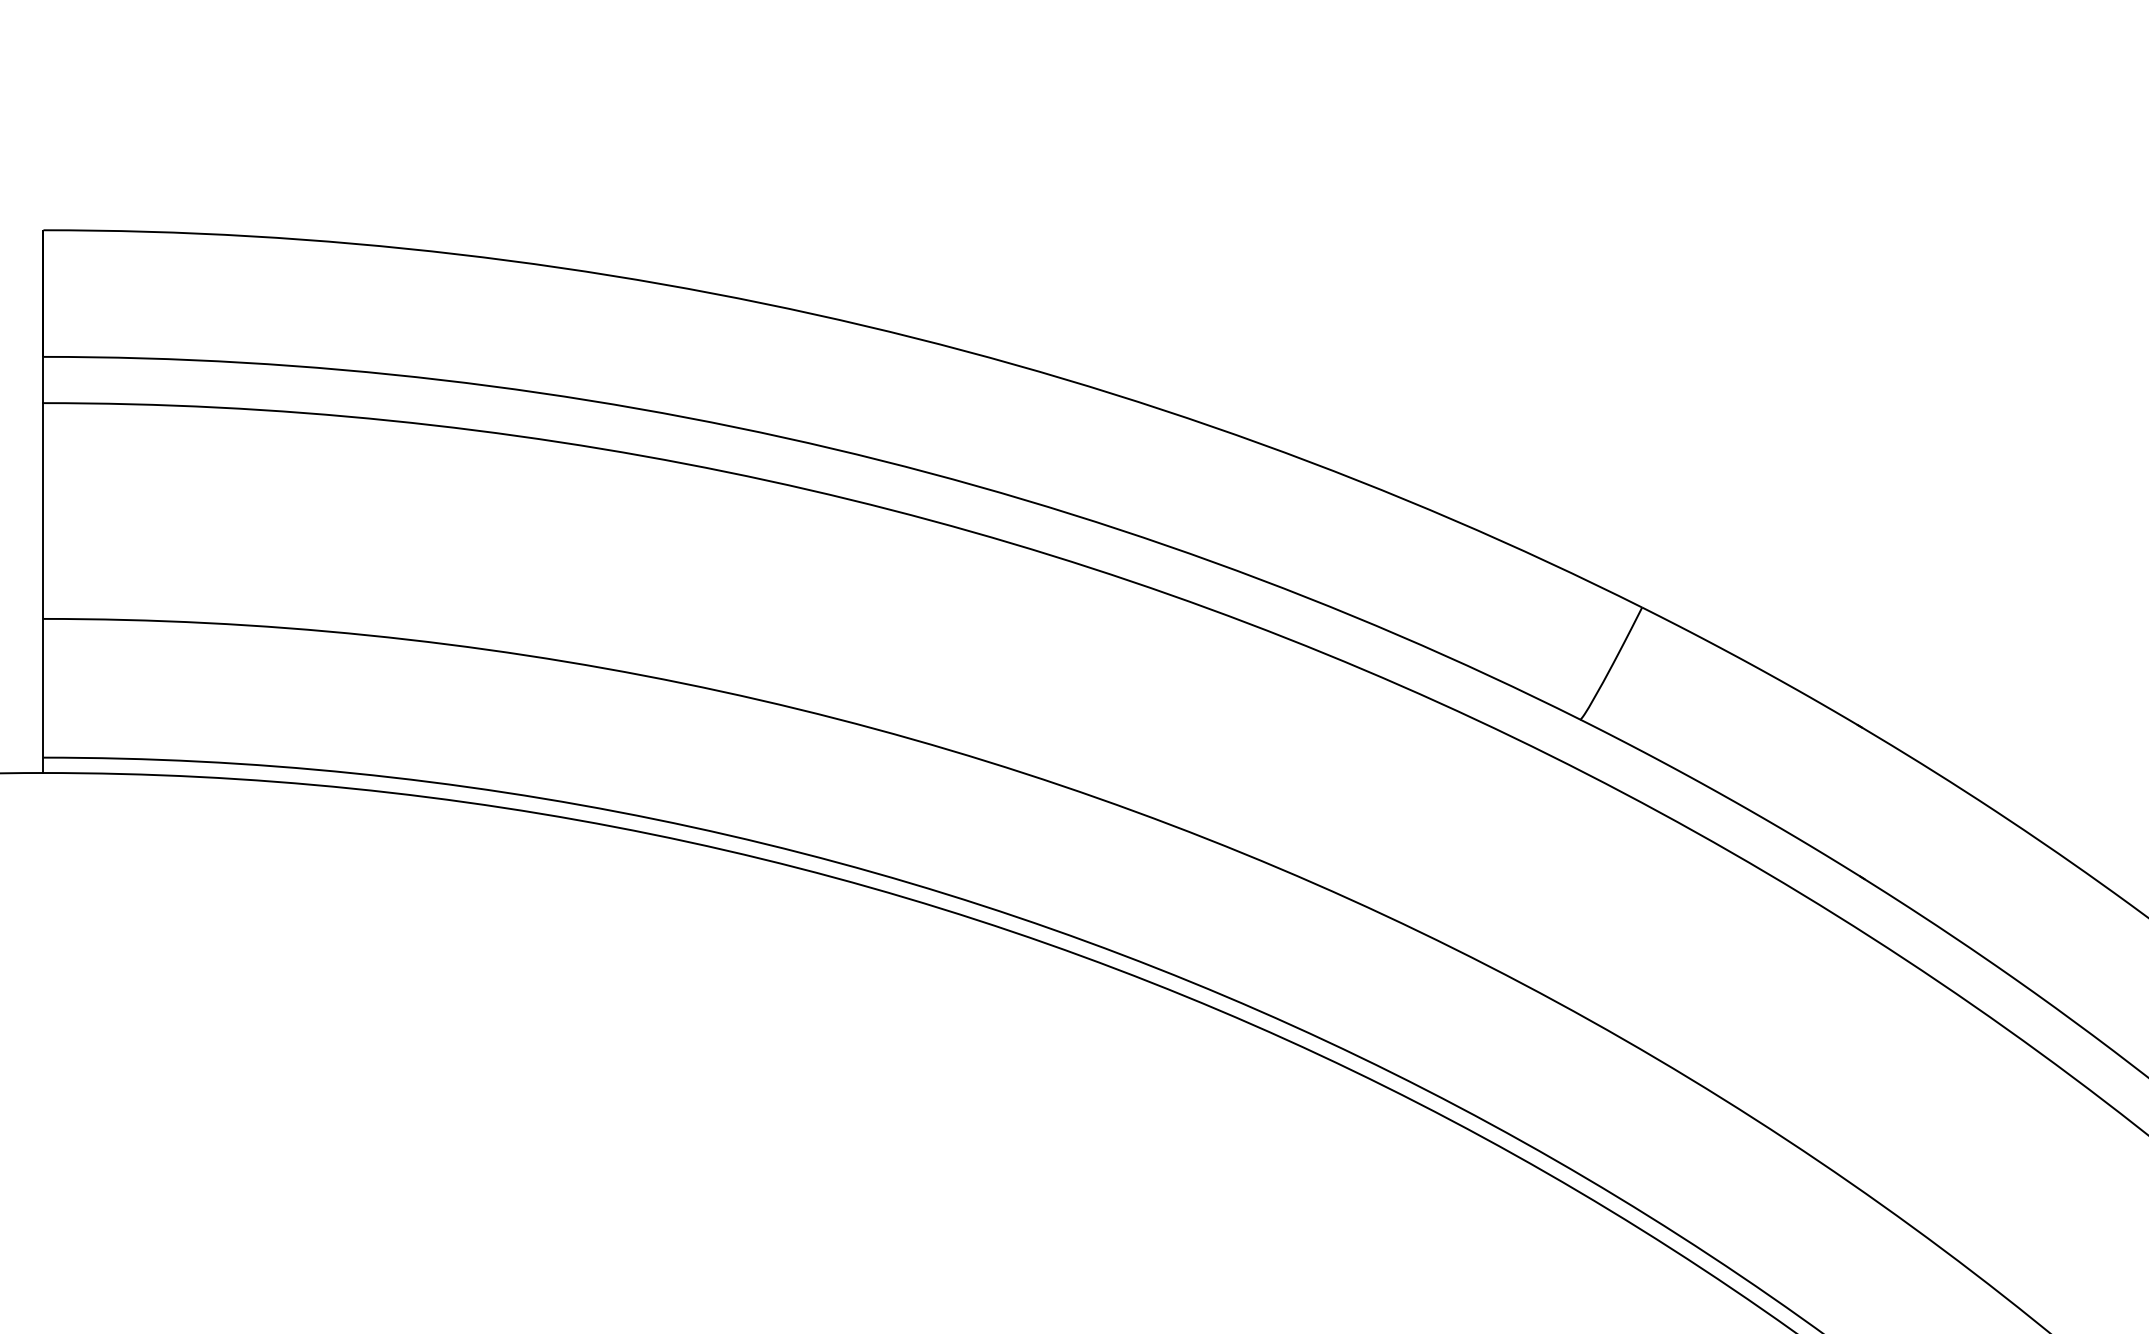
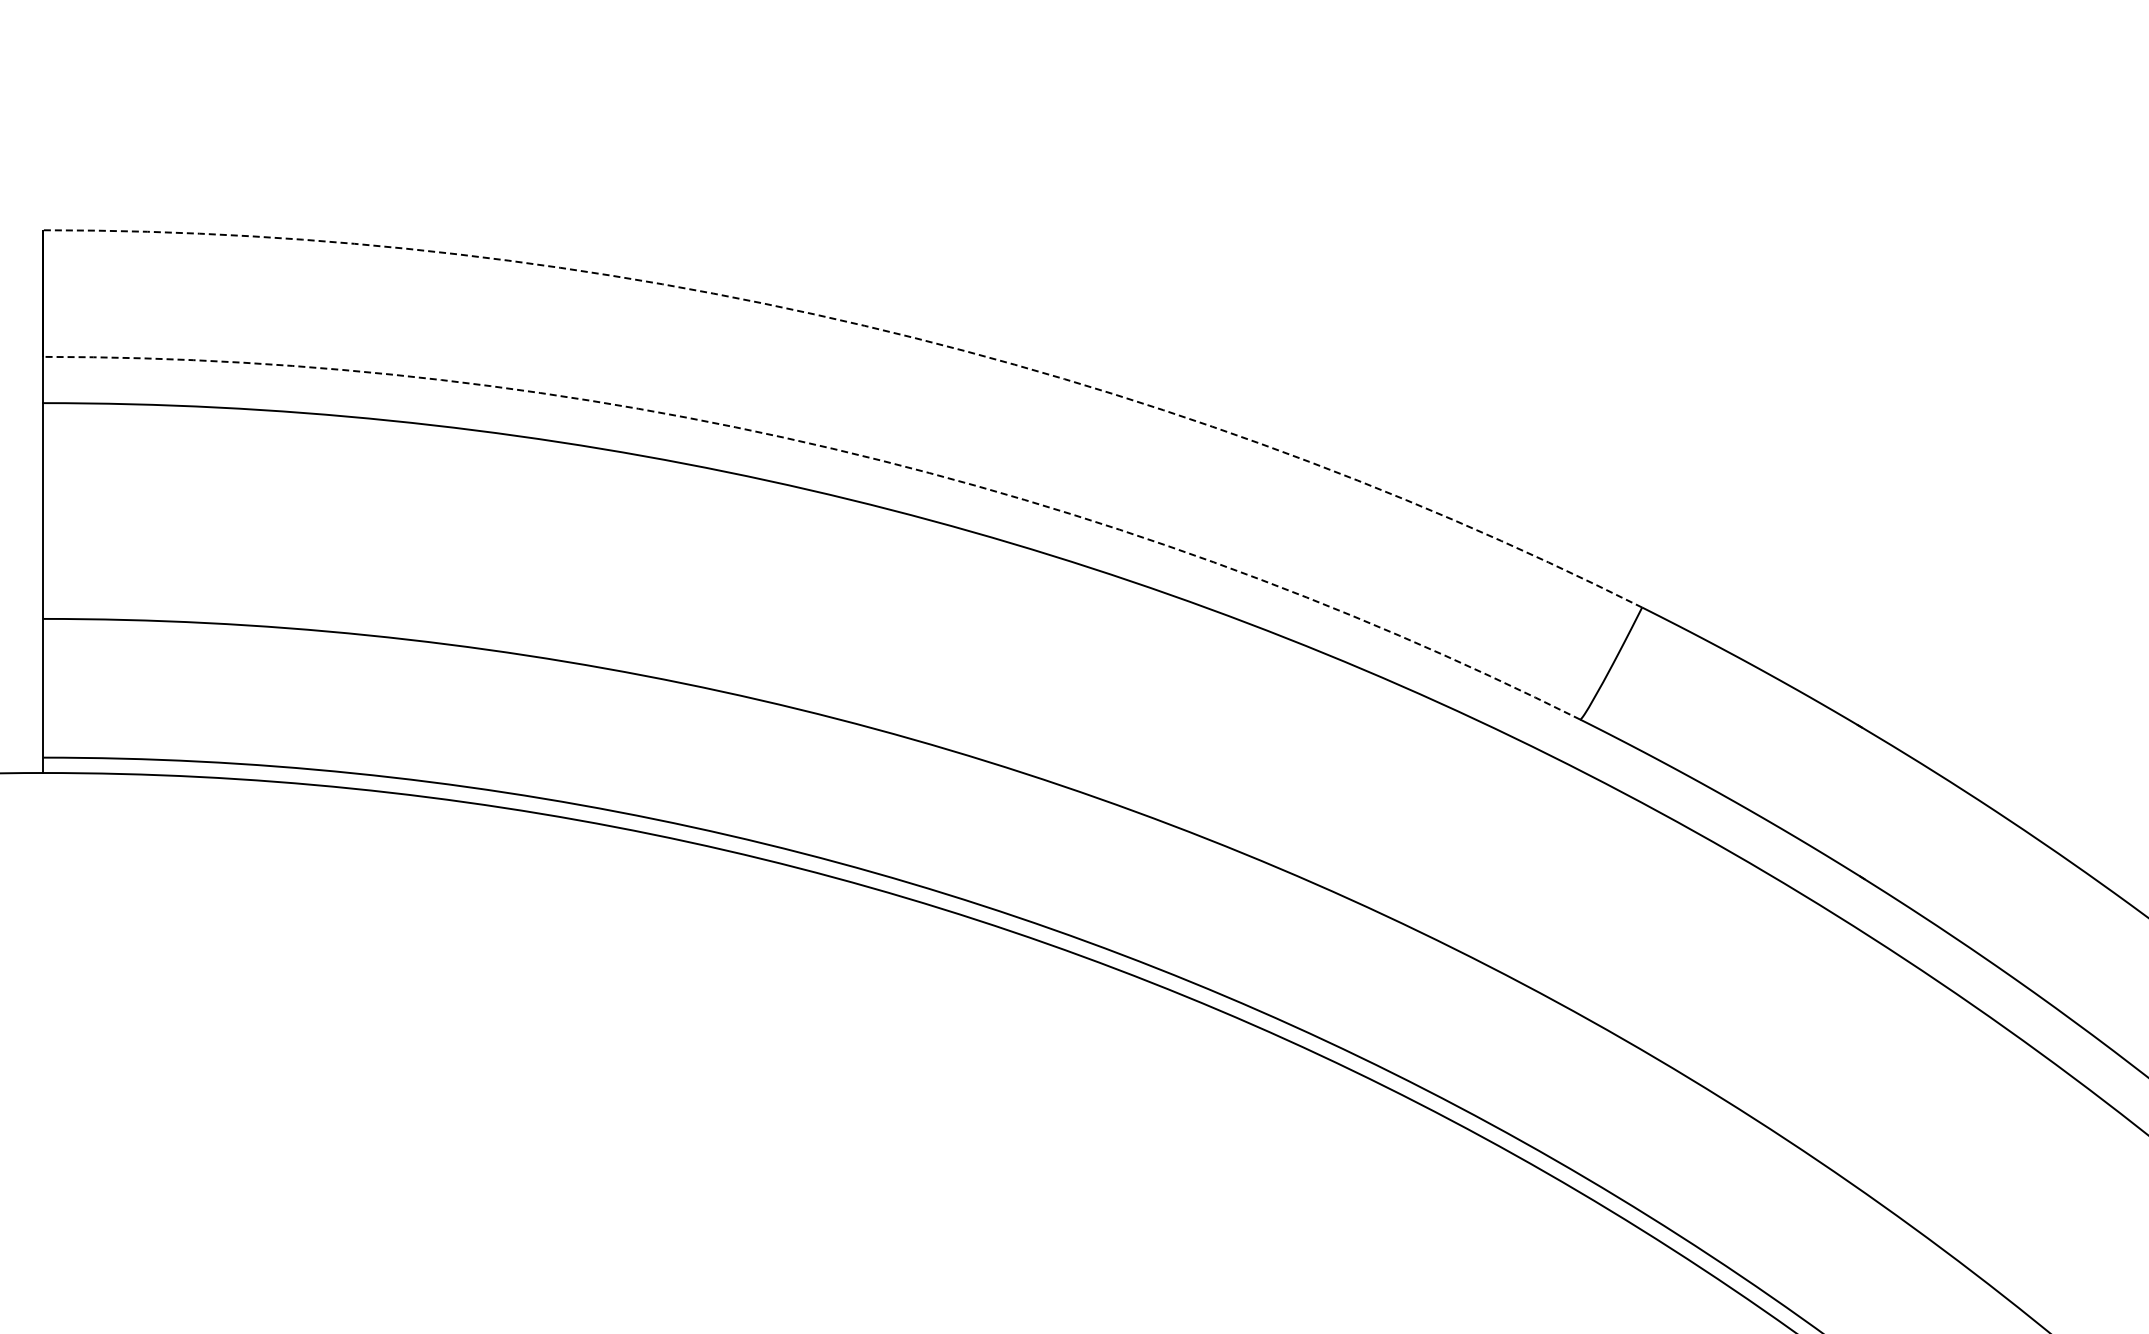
arc at (864, 325): solid -> dashed
arc at (832, 448): solid -> dashed
